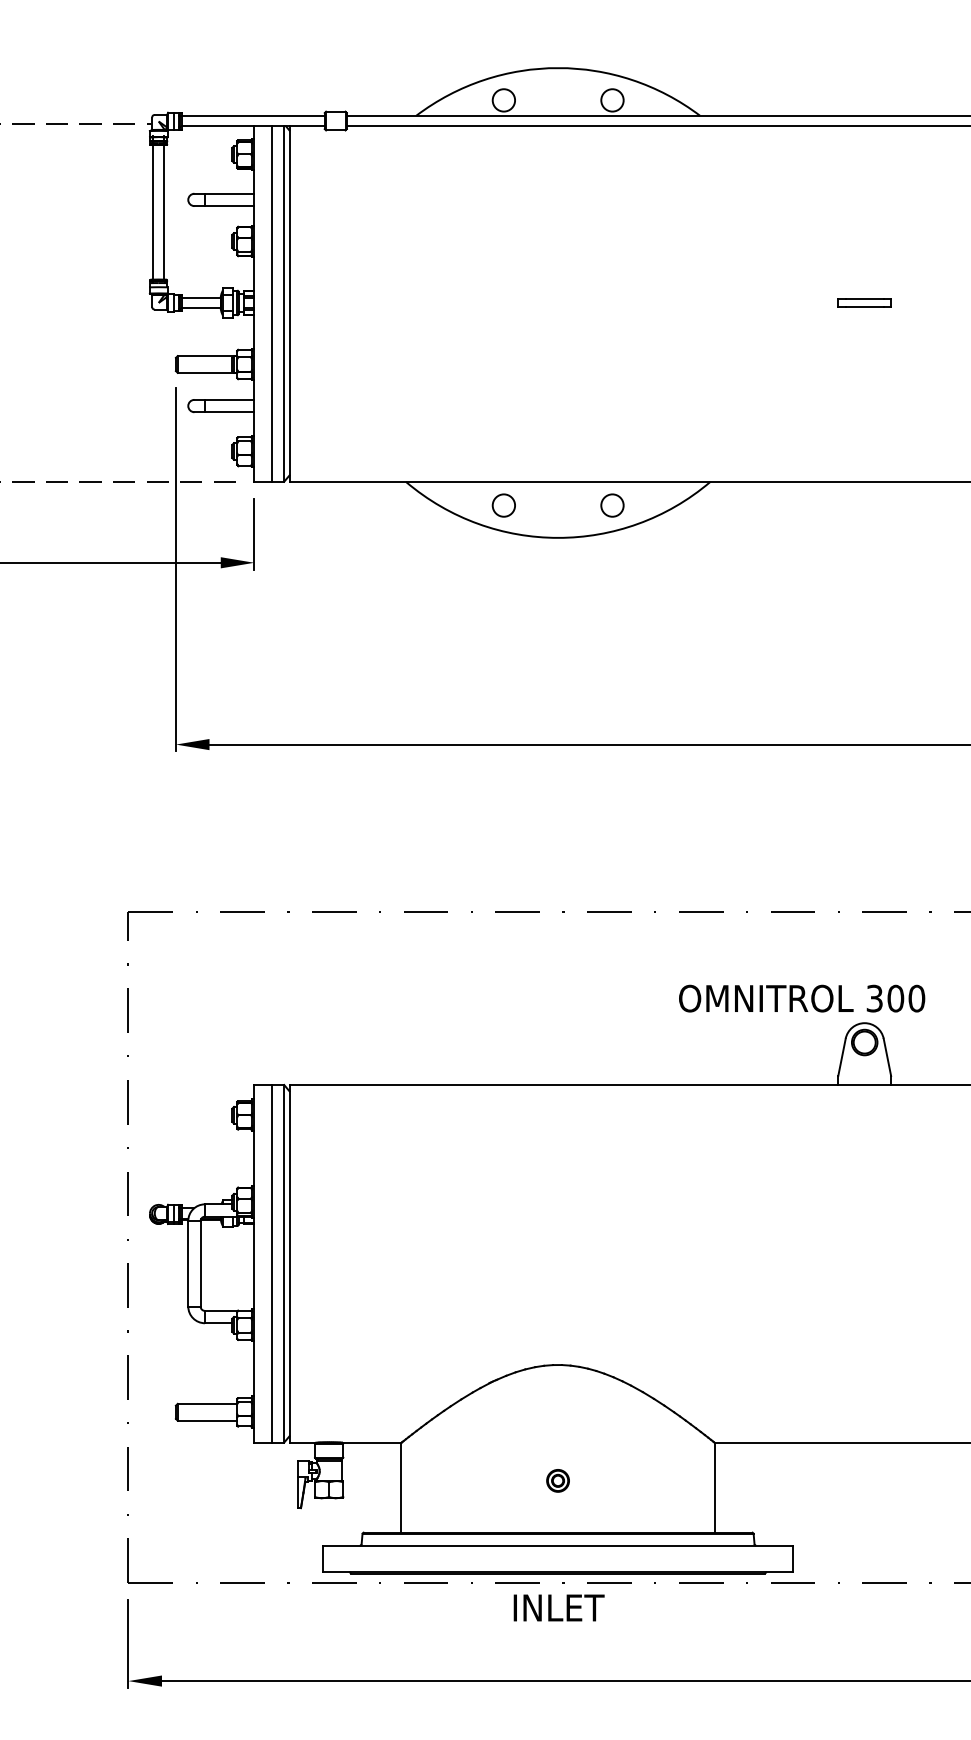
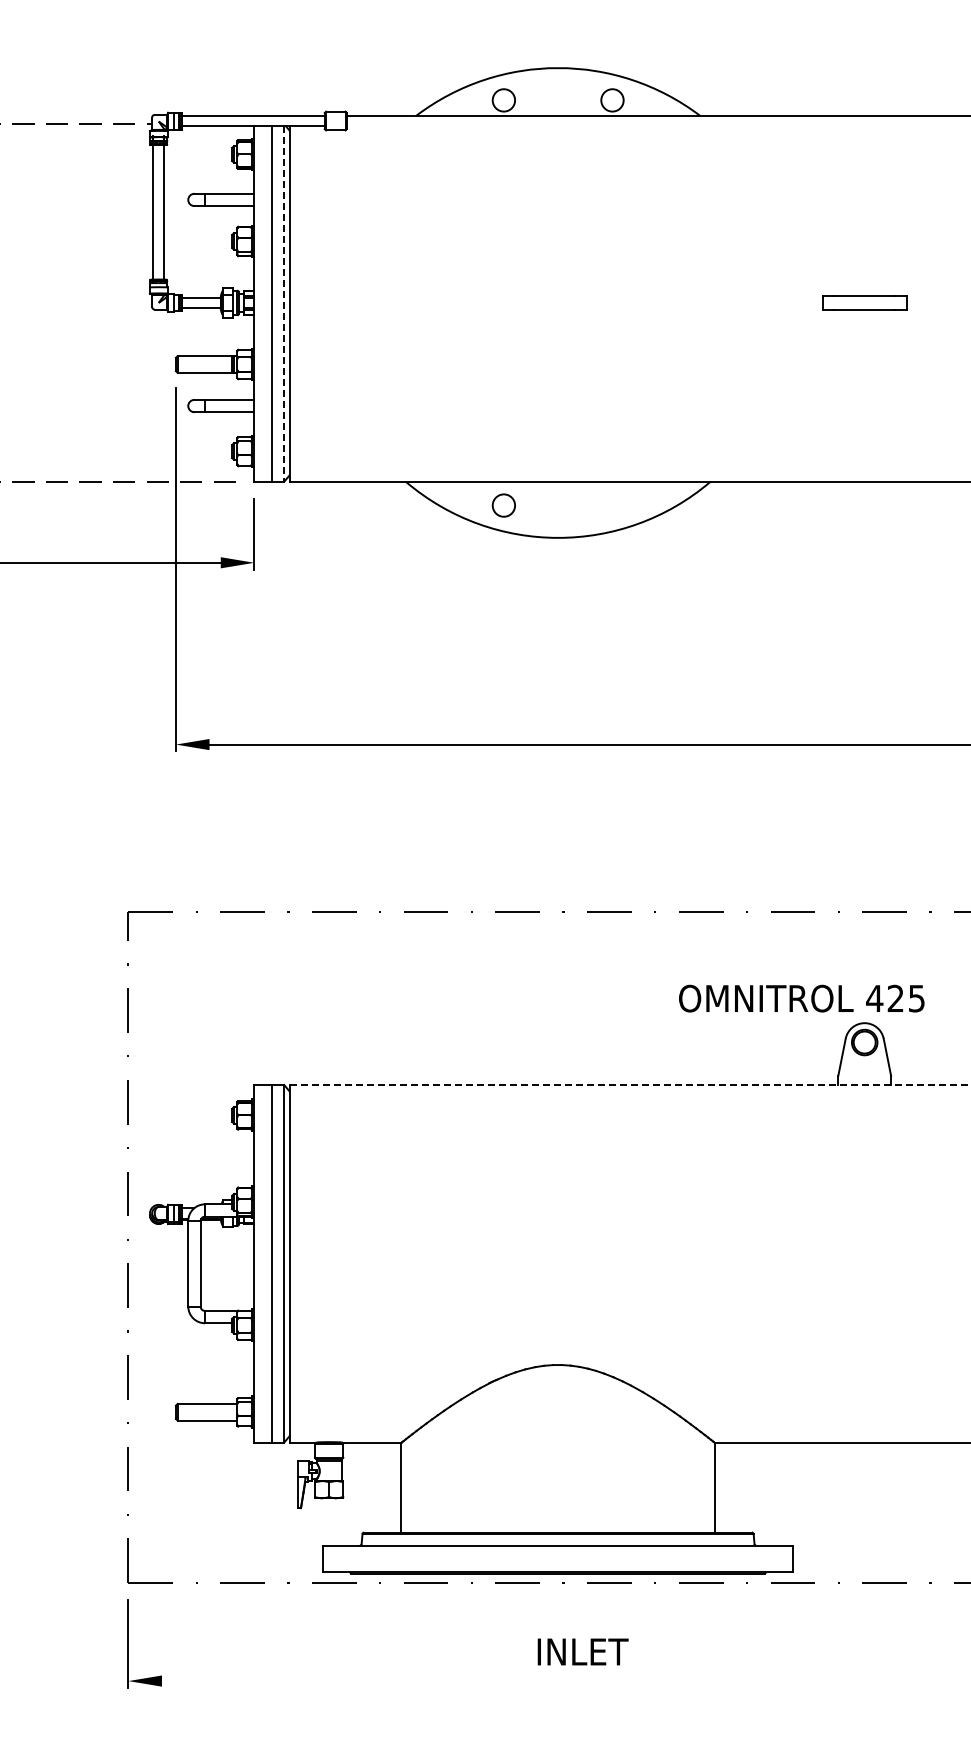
line at (656, 126): present -> none
part at (864, 302) size: 55x10 px -> 86x16 px
line at (284, 304): solid -> dashed
circle at (612, 505): present -> none
text at (895, 998): 300 -> 425
line at (630, 1084): solid -> dashed
part at (557, 1480): present -> none
text at (558, 1607) position: (558, 1607) -> (582, 1651)
line at (564, 1681): present -> none
